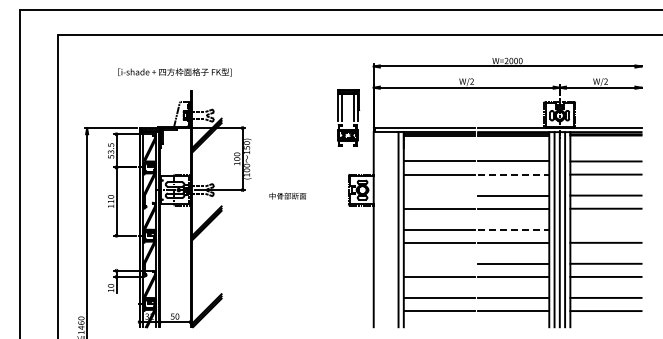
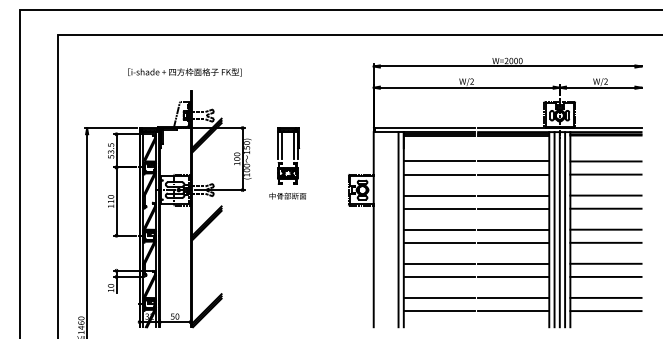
text at (174, 72) position: (174, 72) -> (184, 72)
part at (348, 117) position: (348, 117) -> (288, 155)
line at (513, 174): dashed -> solid
line at (438, 195): none -> present
line at (513, 229): dashed -> solid
line at (605, 229): none -> present
line at (438, 263): none -> present
